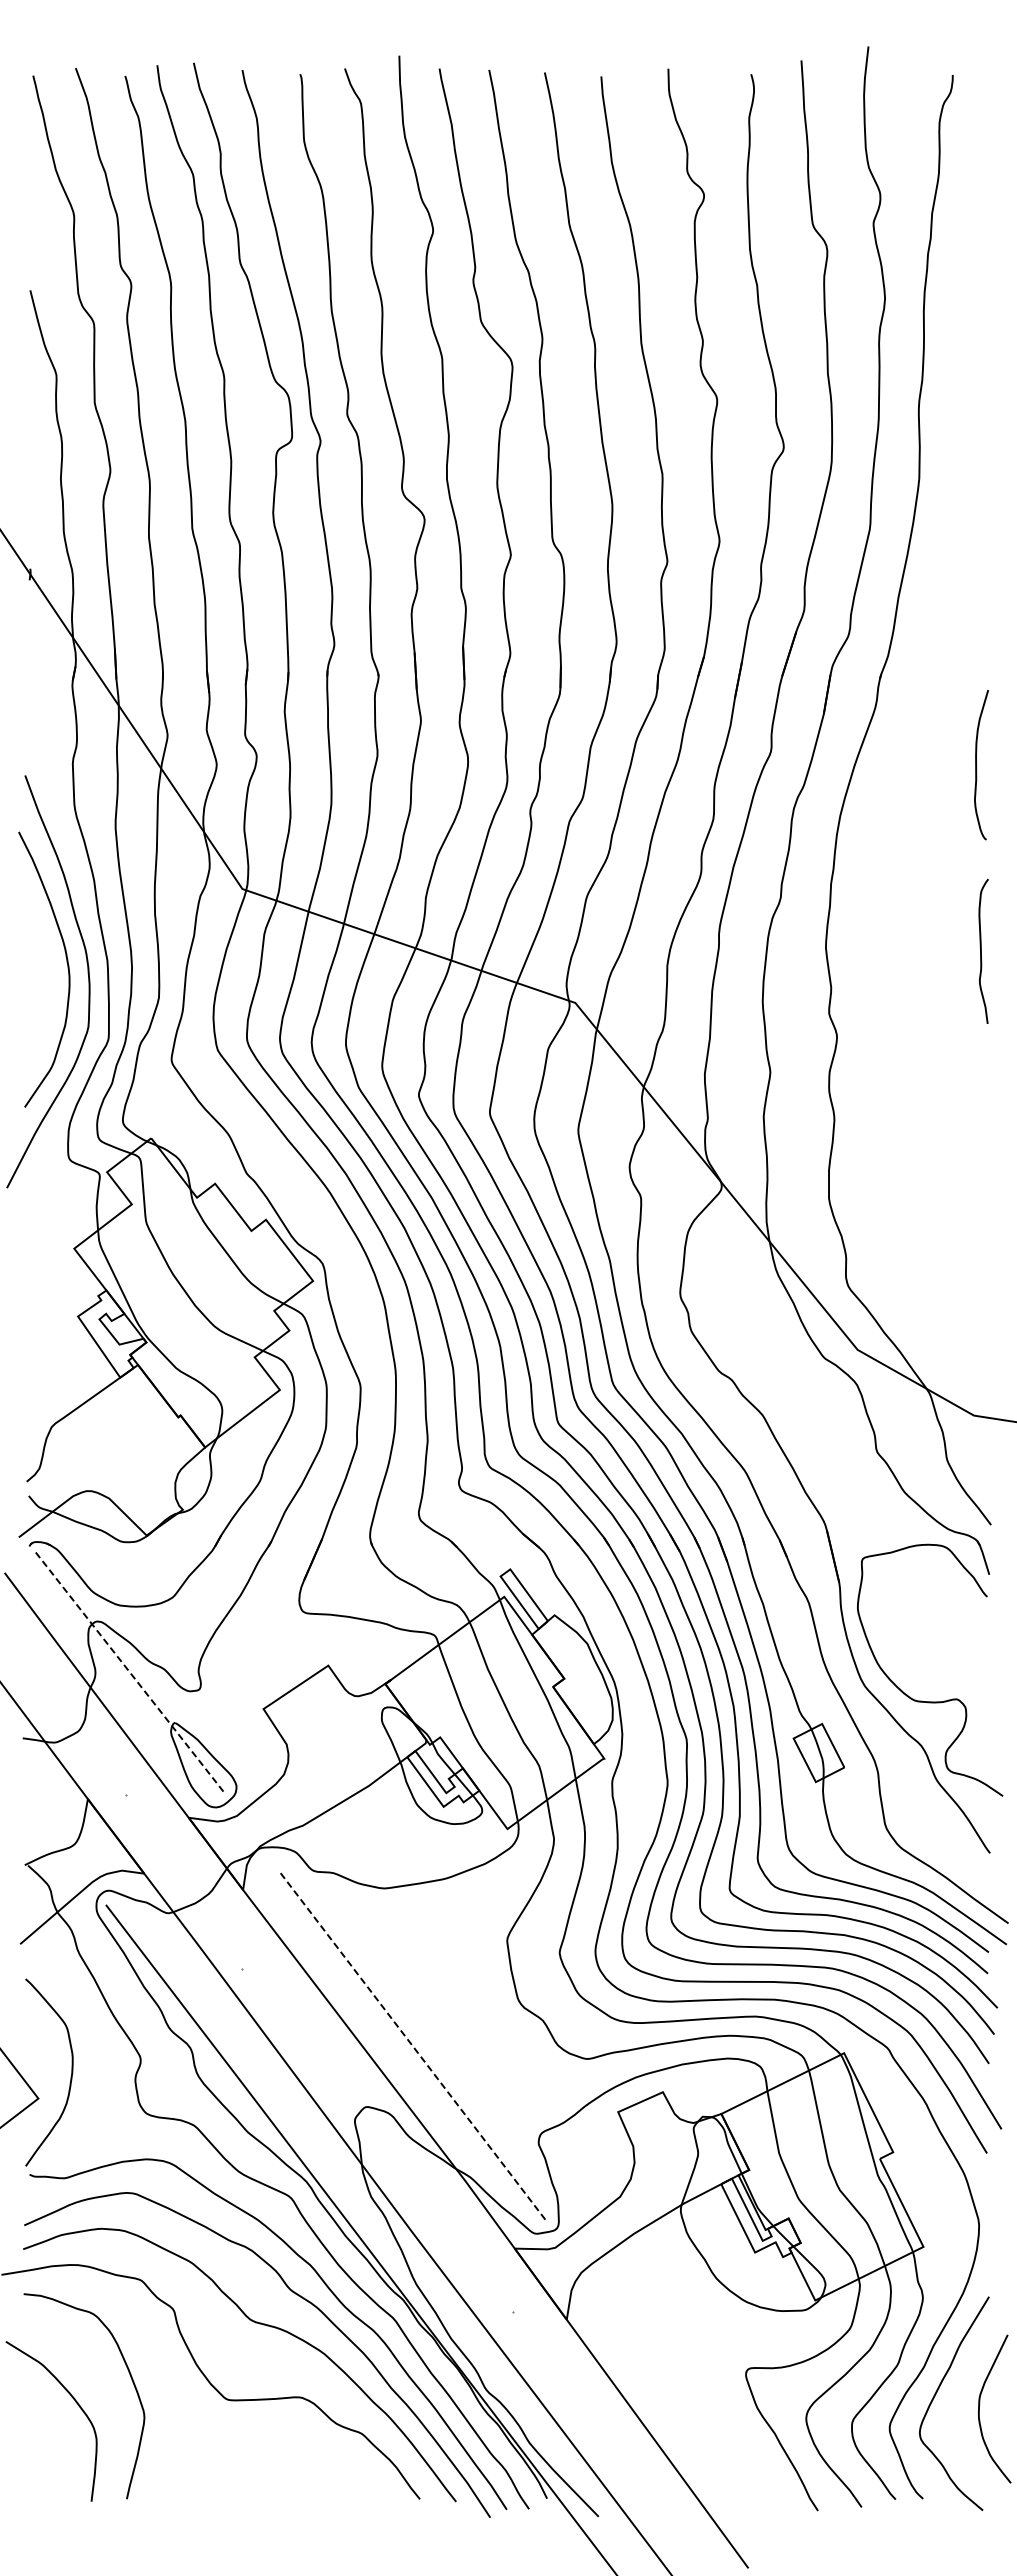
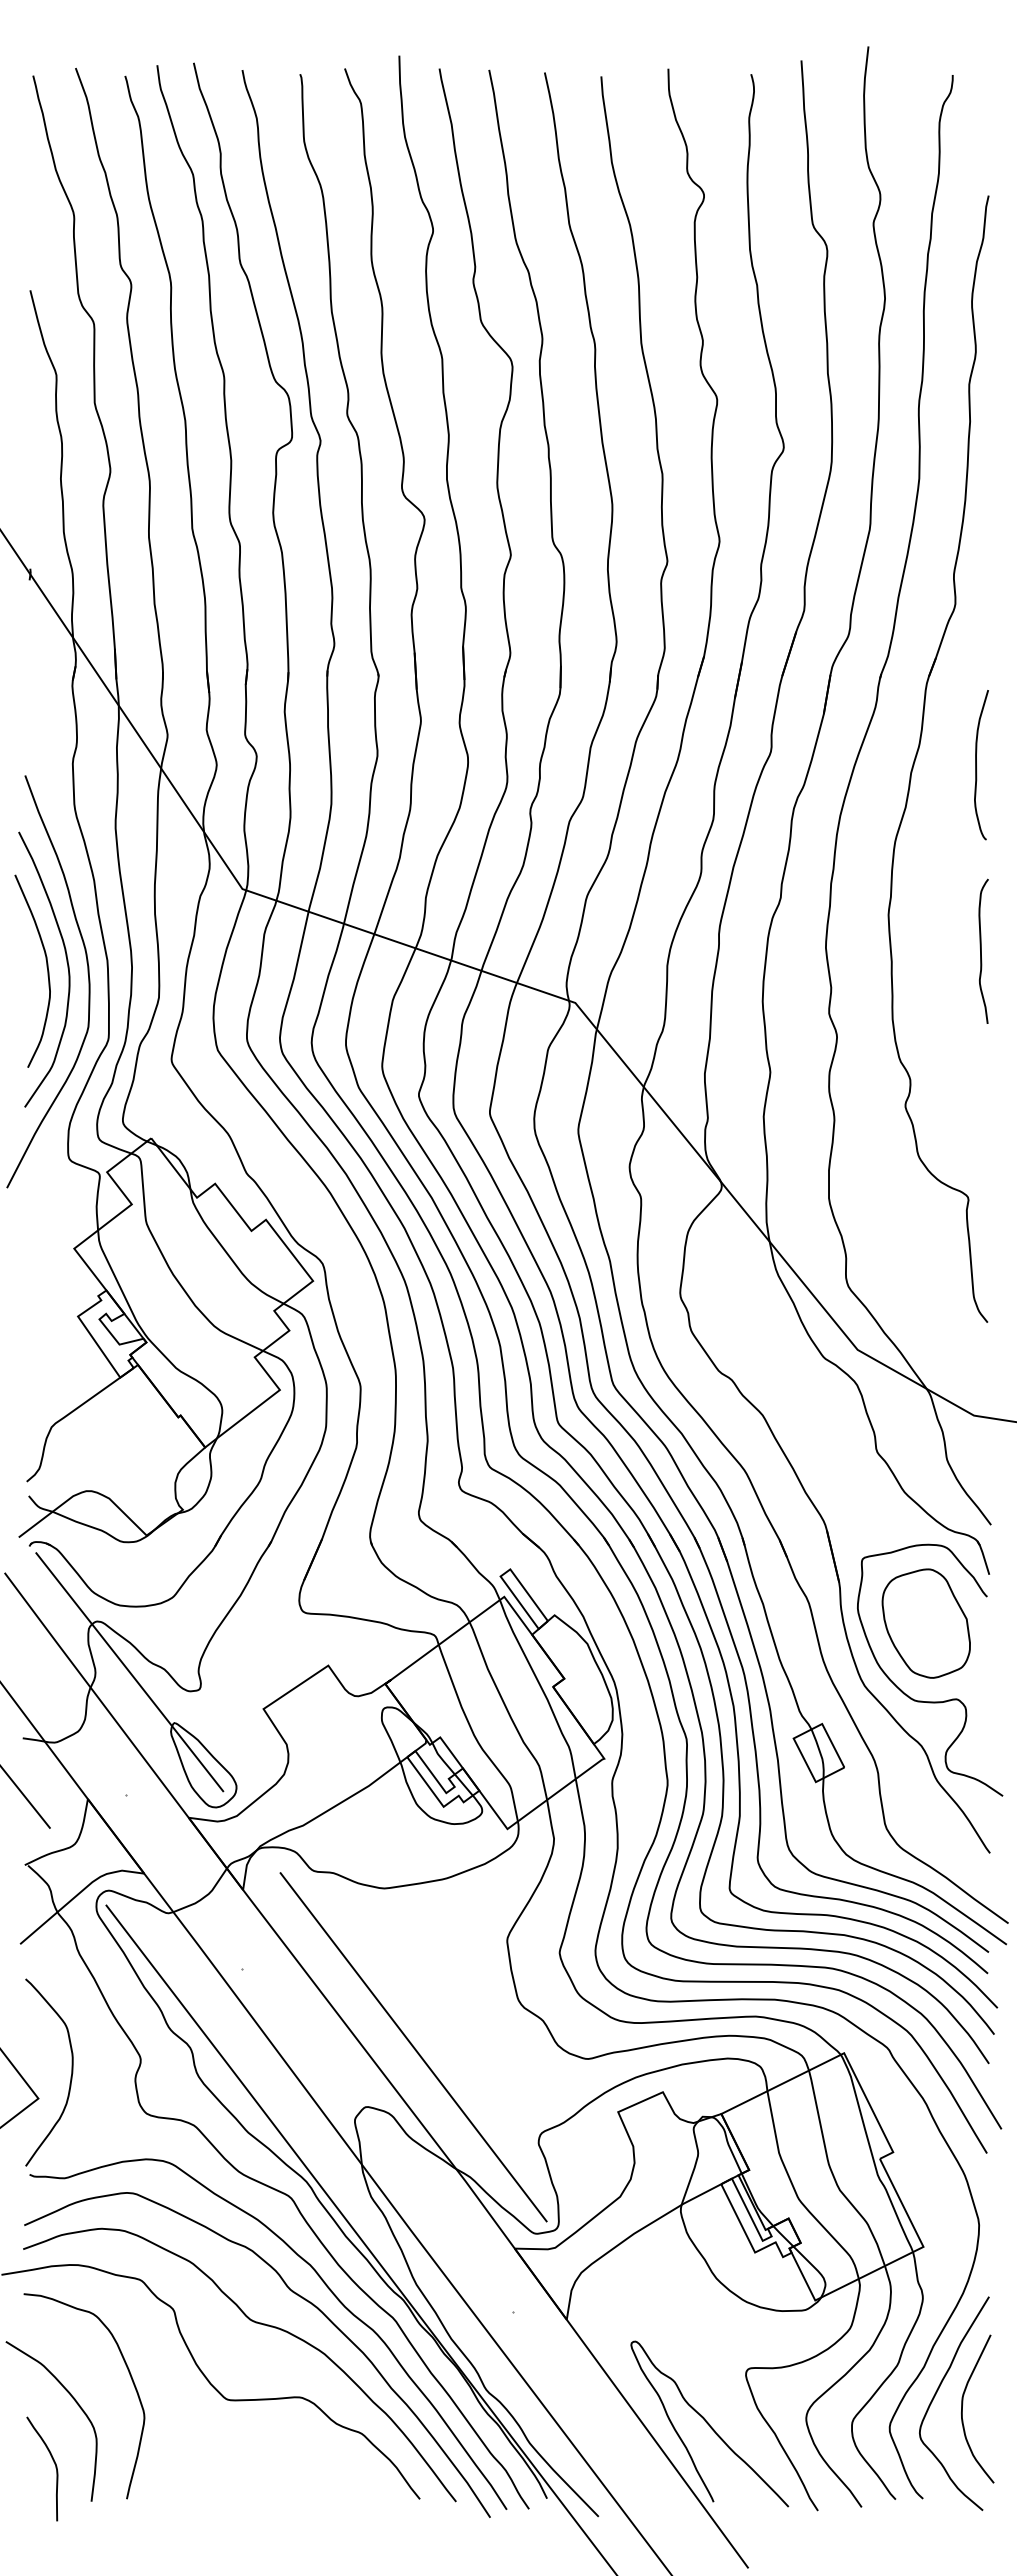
part at (918, 752): none -> present
curve at (46, 967): none -> present
part at (925, 1623): none -> present
line at (129, 1671): dashed -> solid
line at (25, 1797): none -> present
line at (413, 2047): dashed -> solid
curve at (980, 2404) position: (980, 2404) -> (963, 2404)
curve at (709, 2423): none -> present
curve at (53, 2462): none -> present
